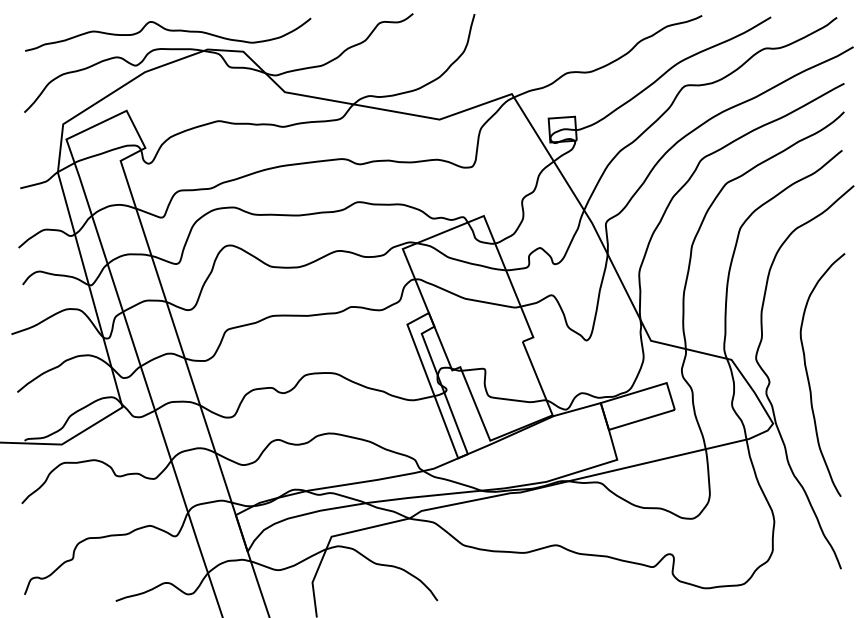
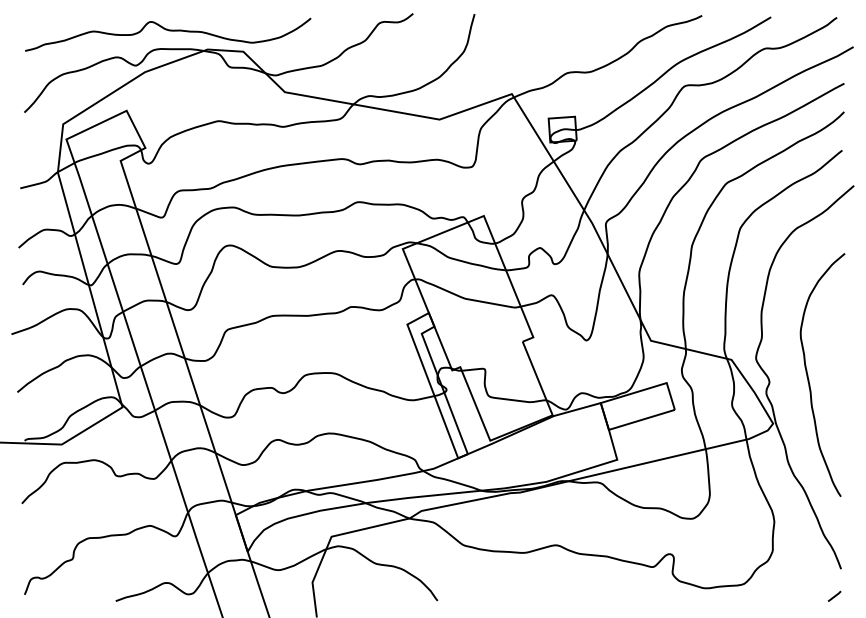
line at (834, 595): none -> present
